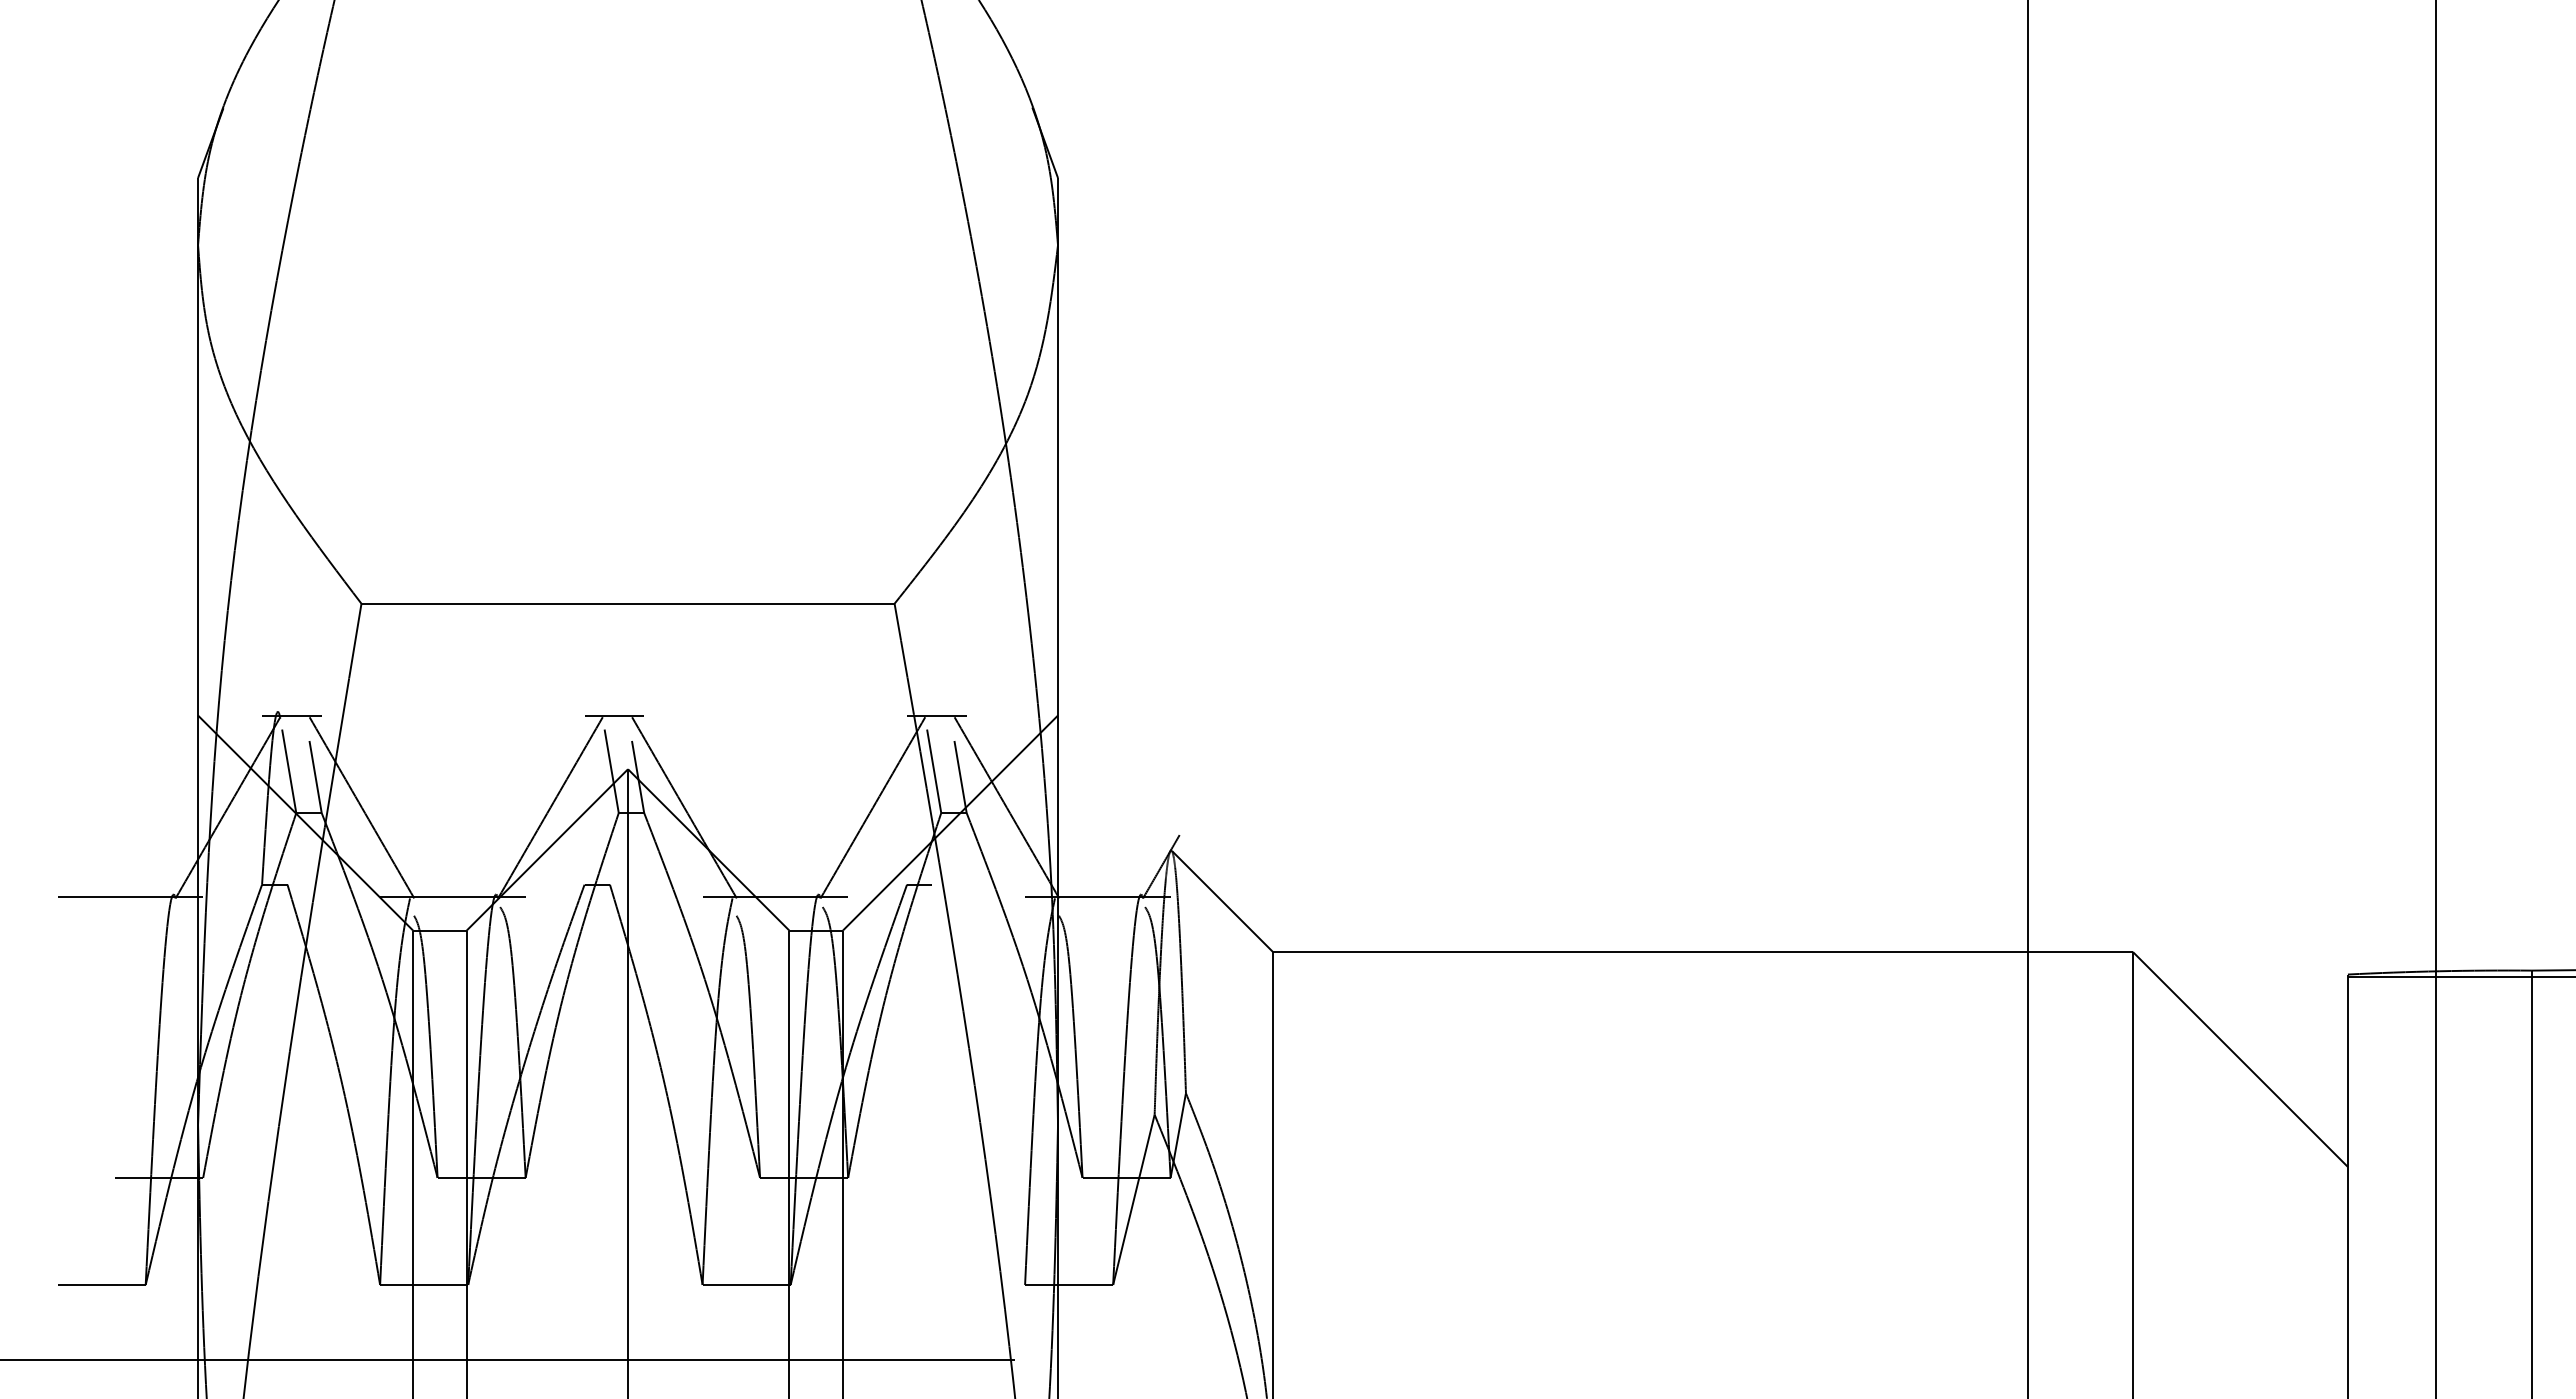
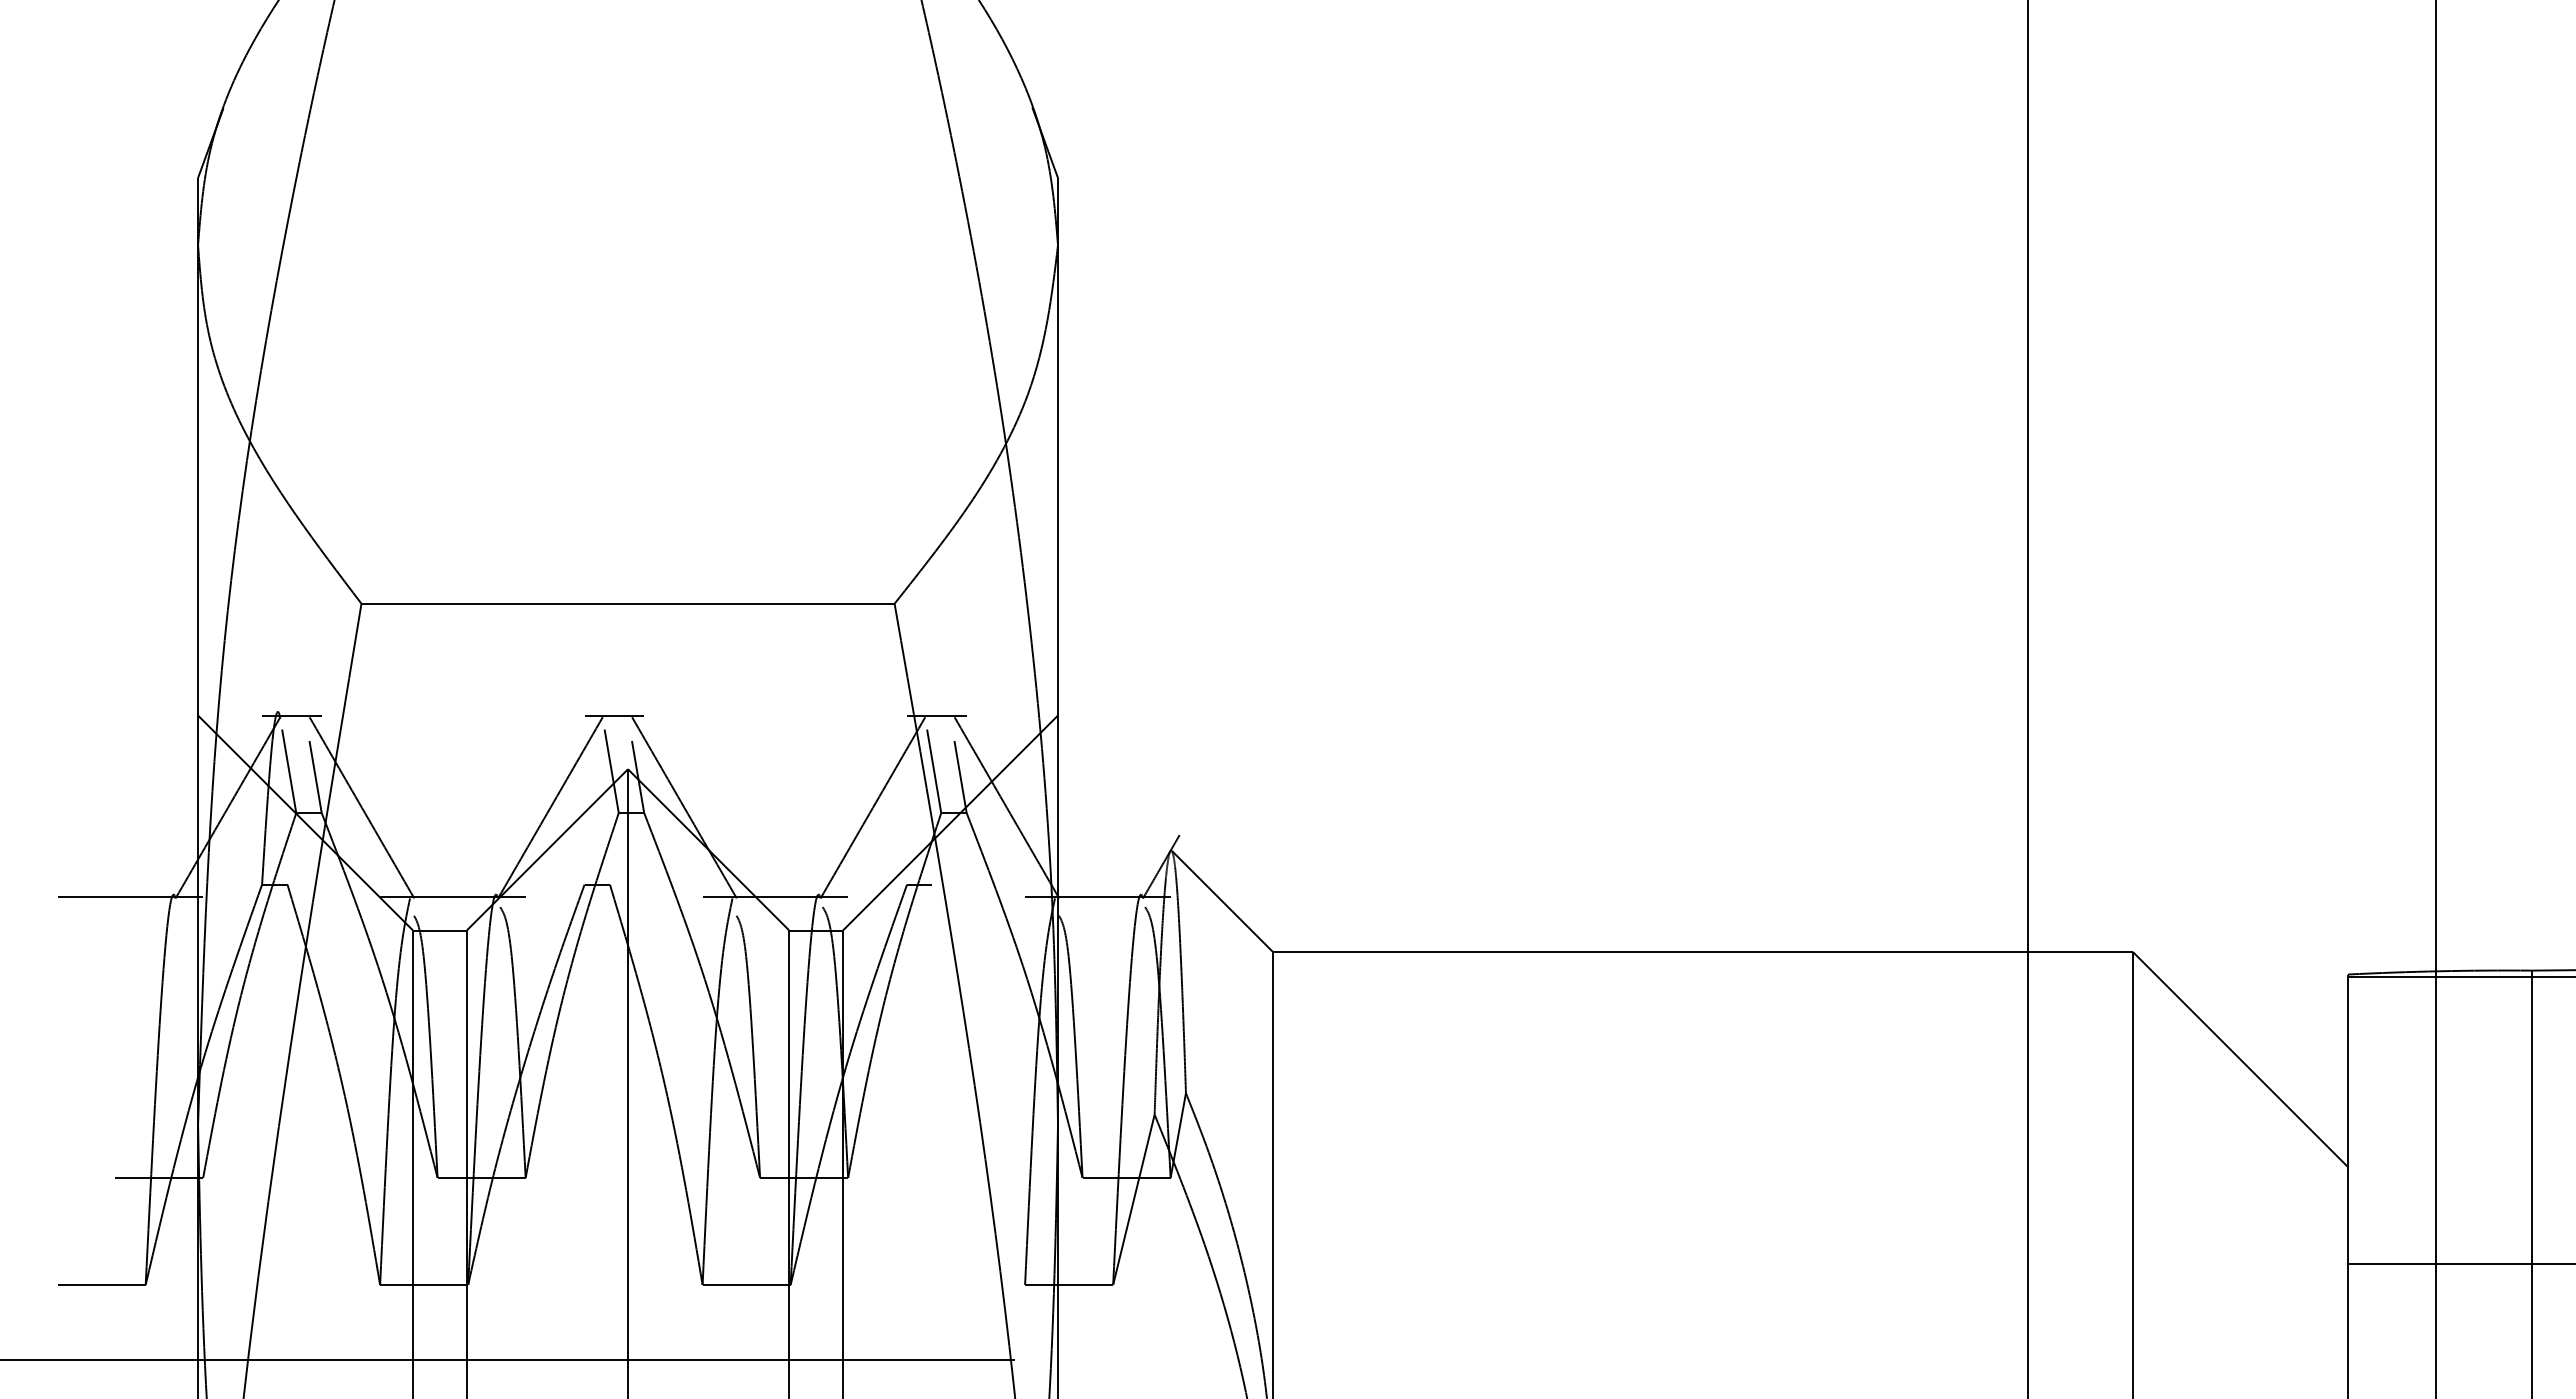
line at (2459, 1263): none -> present
